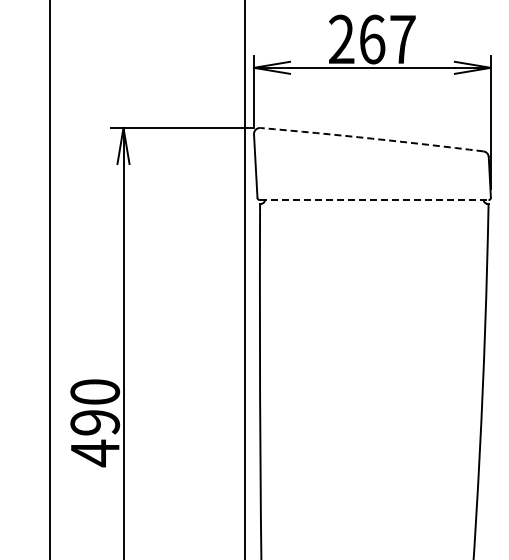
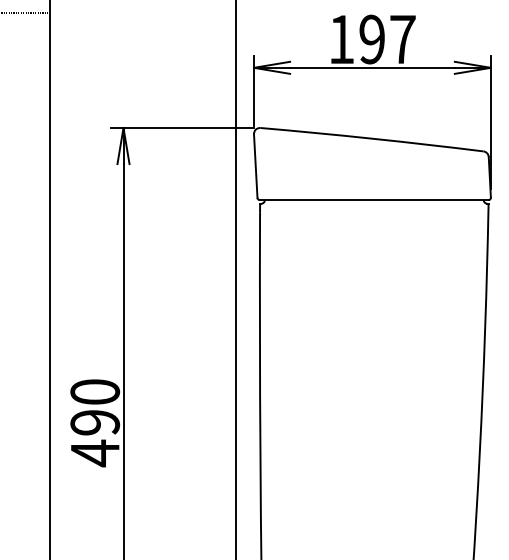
line at (25, 12): none -> present
text at (357, 39): 267 -> 197
arc at (372, 138): dashed -> solid
line at (374, 200): dashed -> solid
line at (244, 279) position: (244, 279) -> (235, 279)
